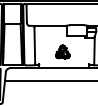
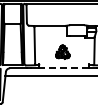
line at (64, 68): solid -> dashed
line at (49, 81) position: (49, 81) -> (49, 76)
